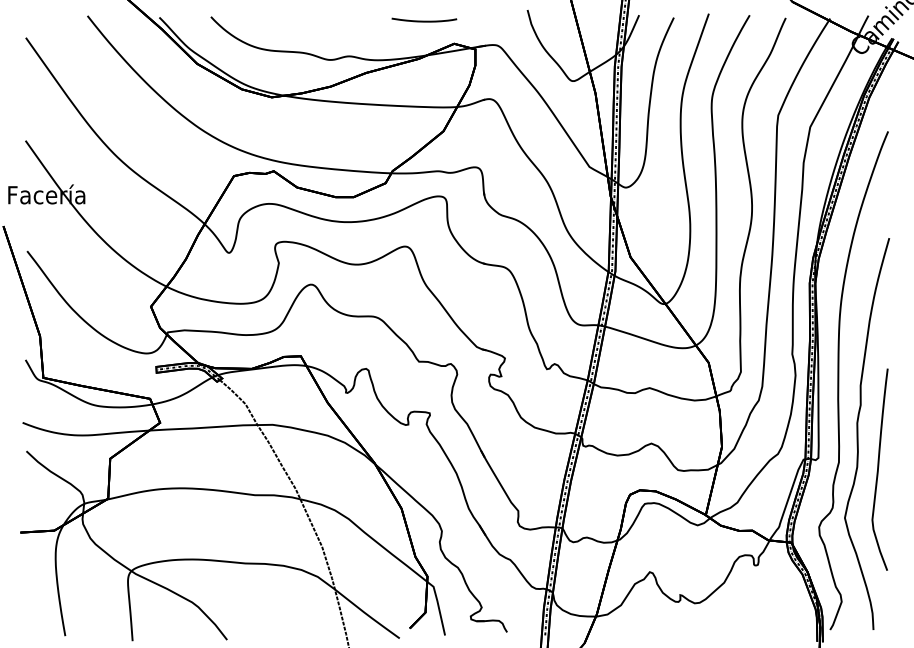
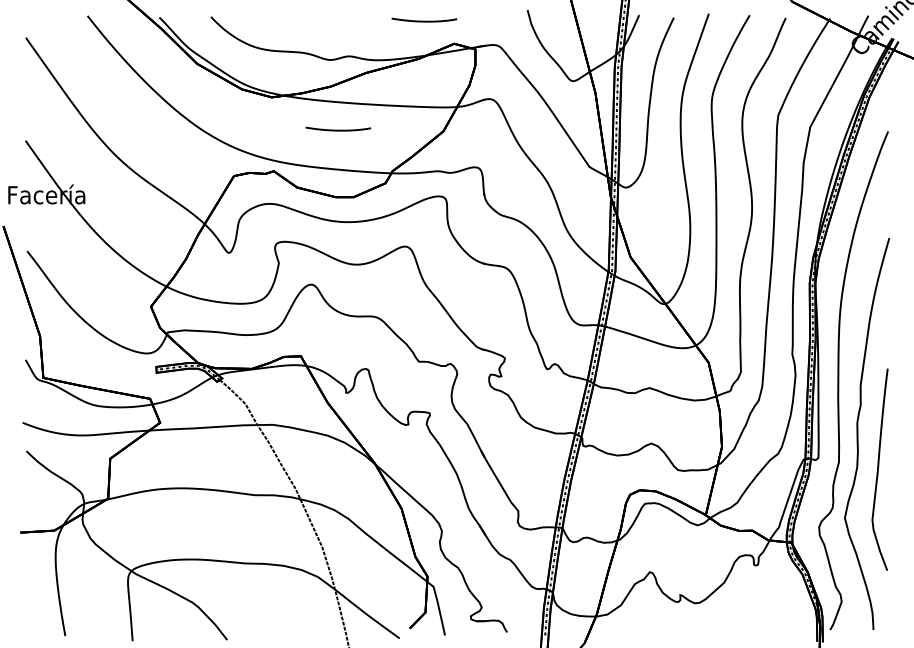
curve at (338, 129): none -> present
